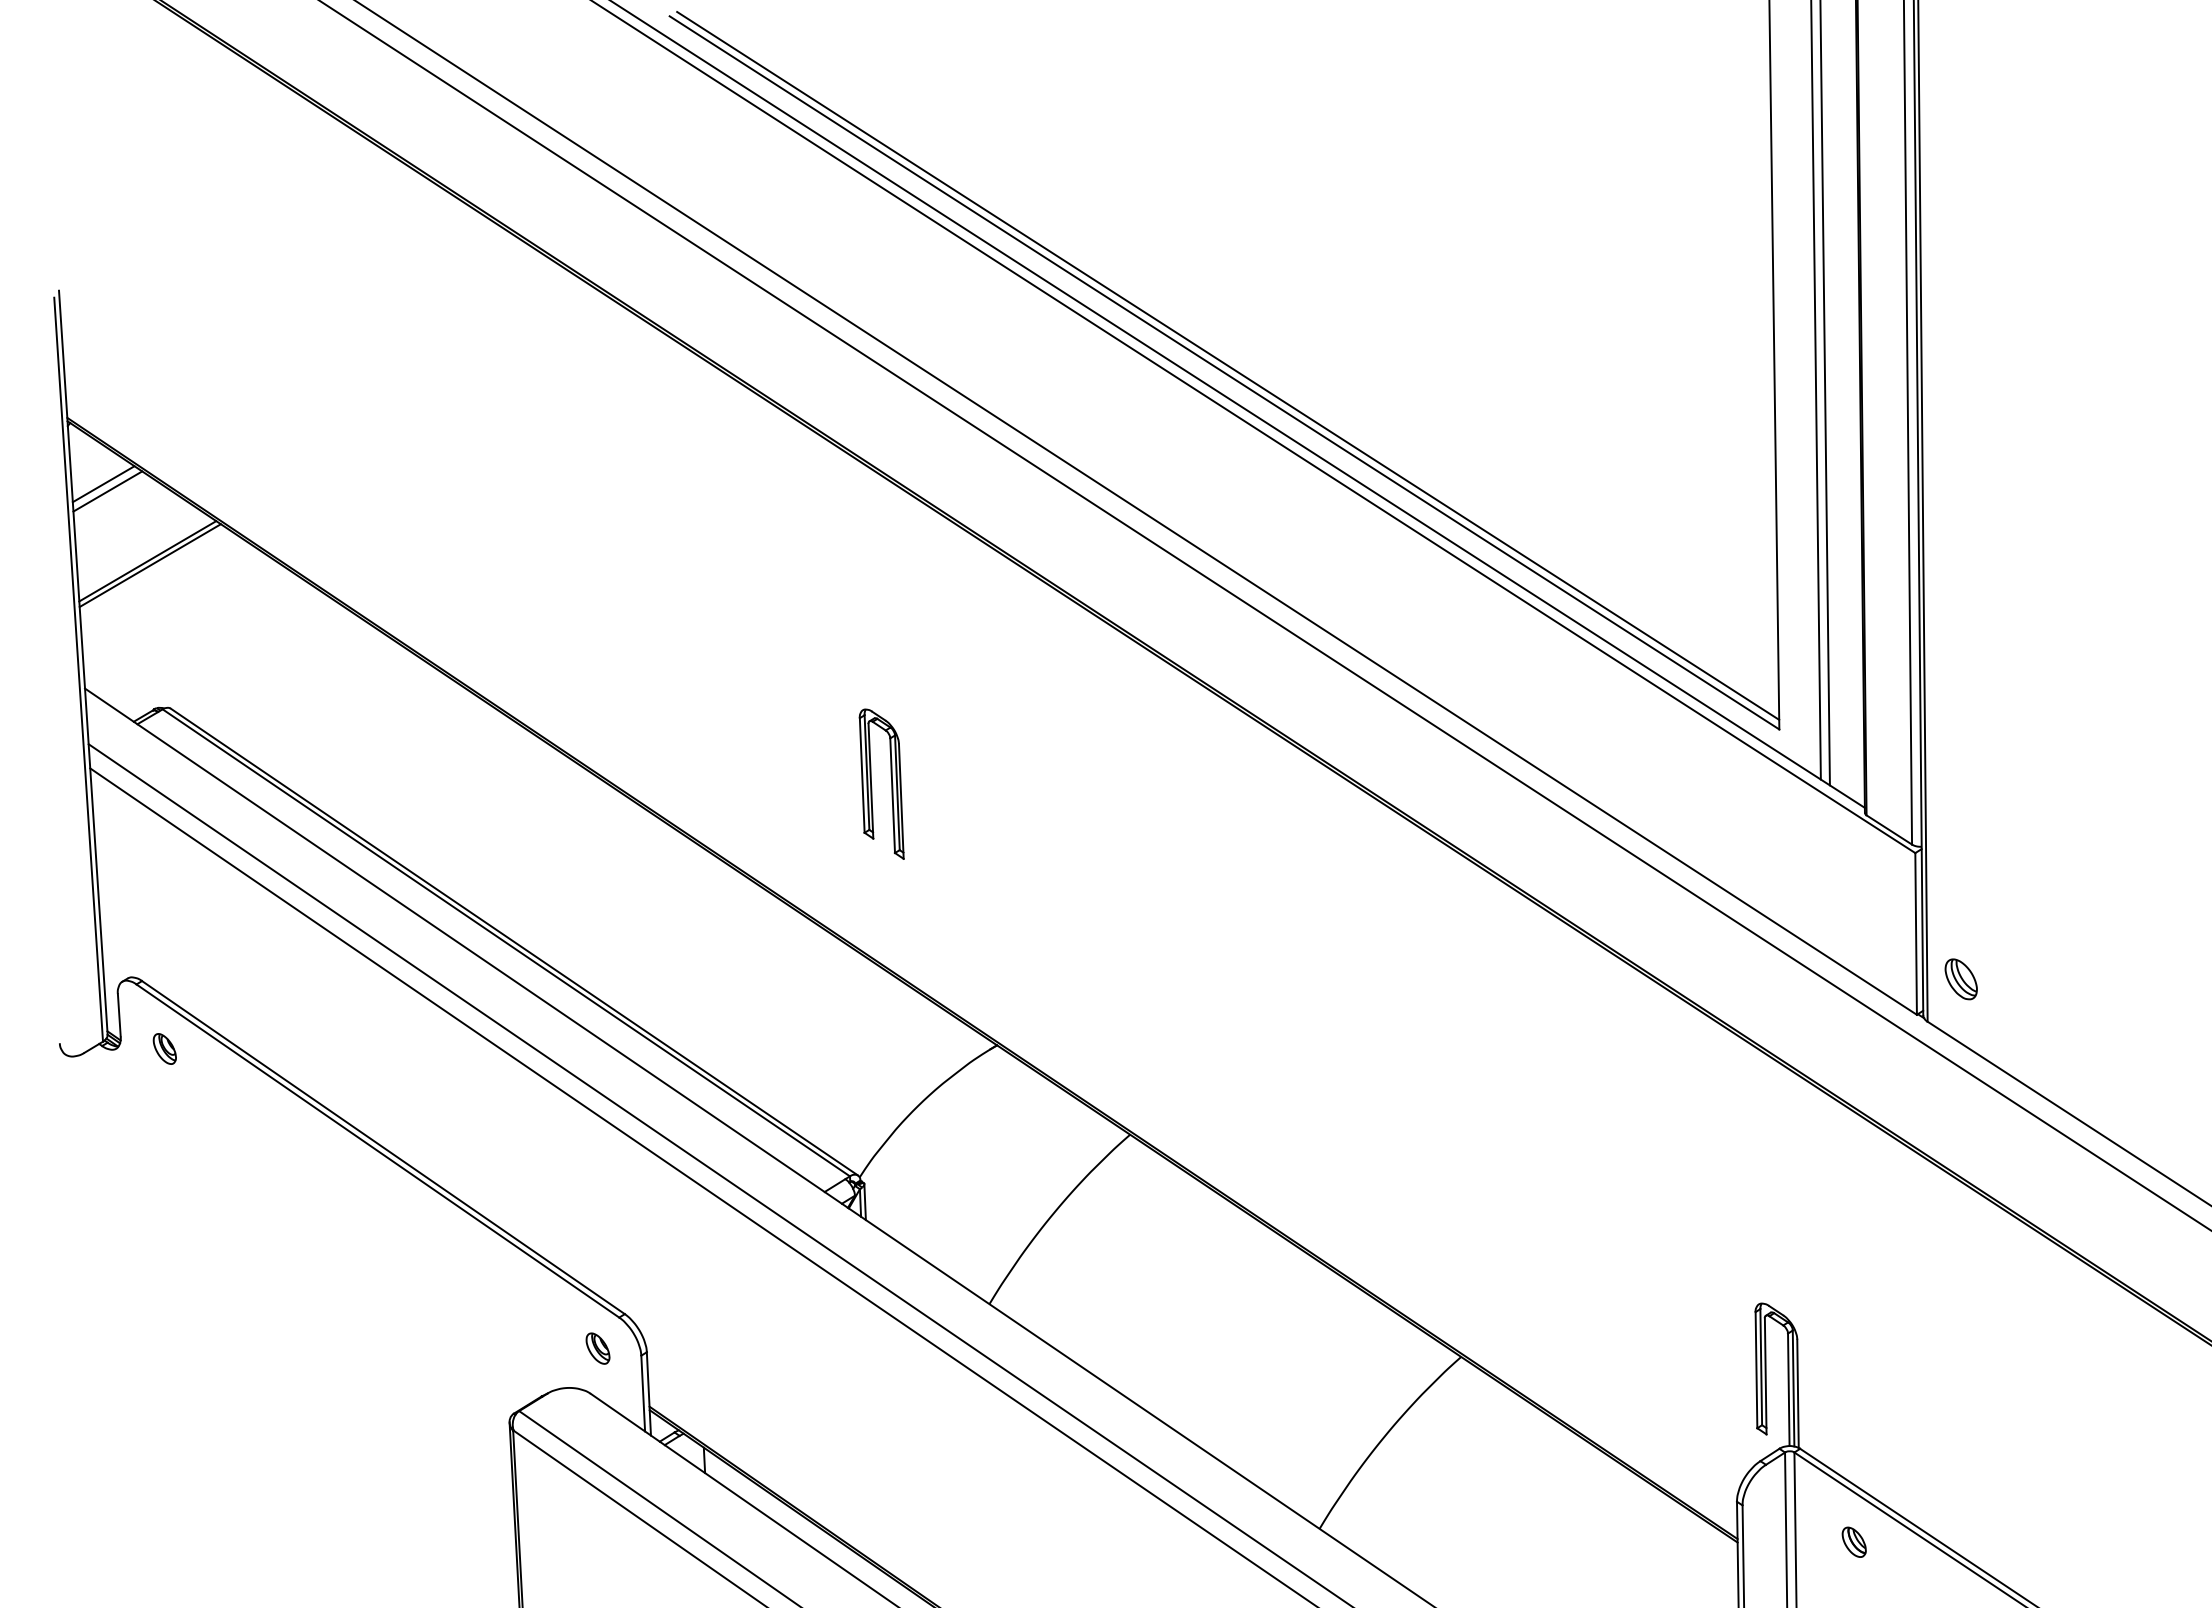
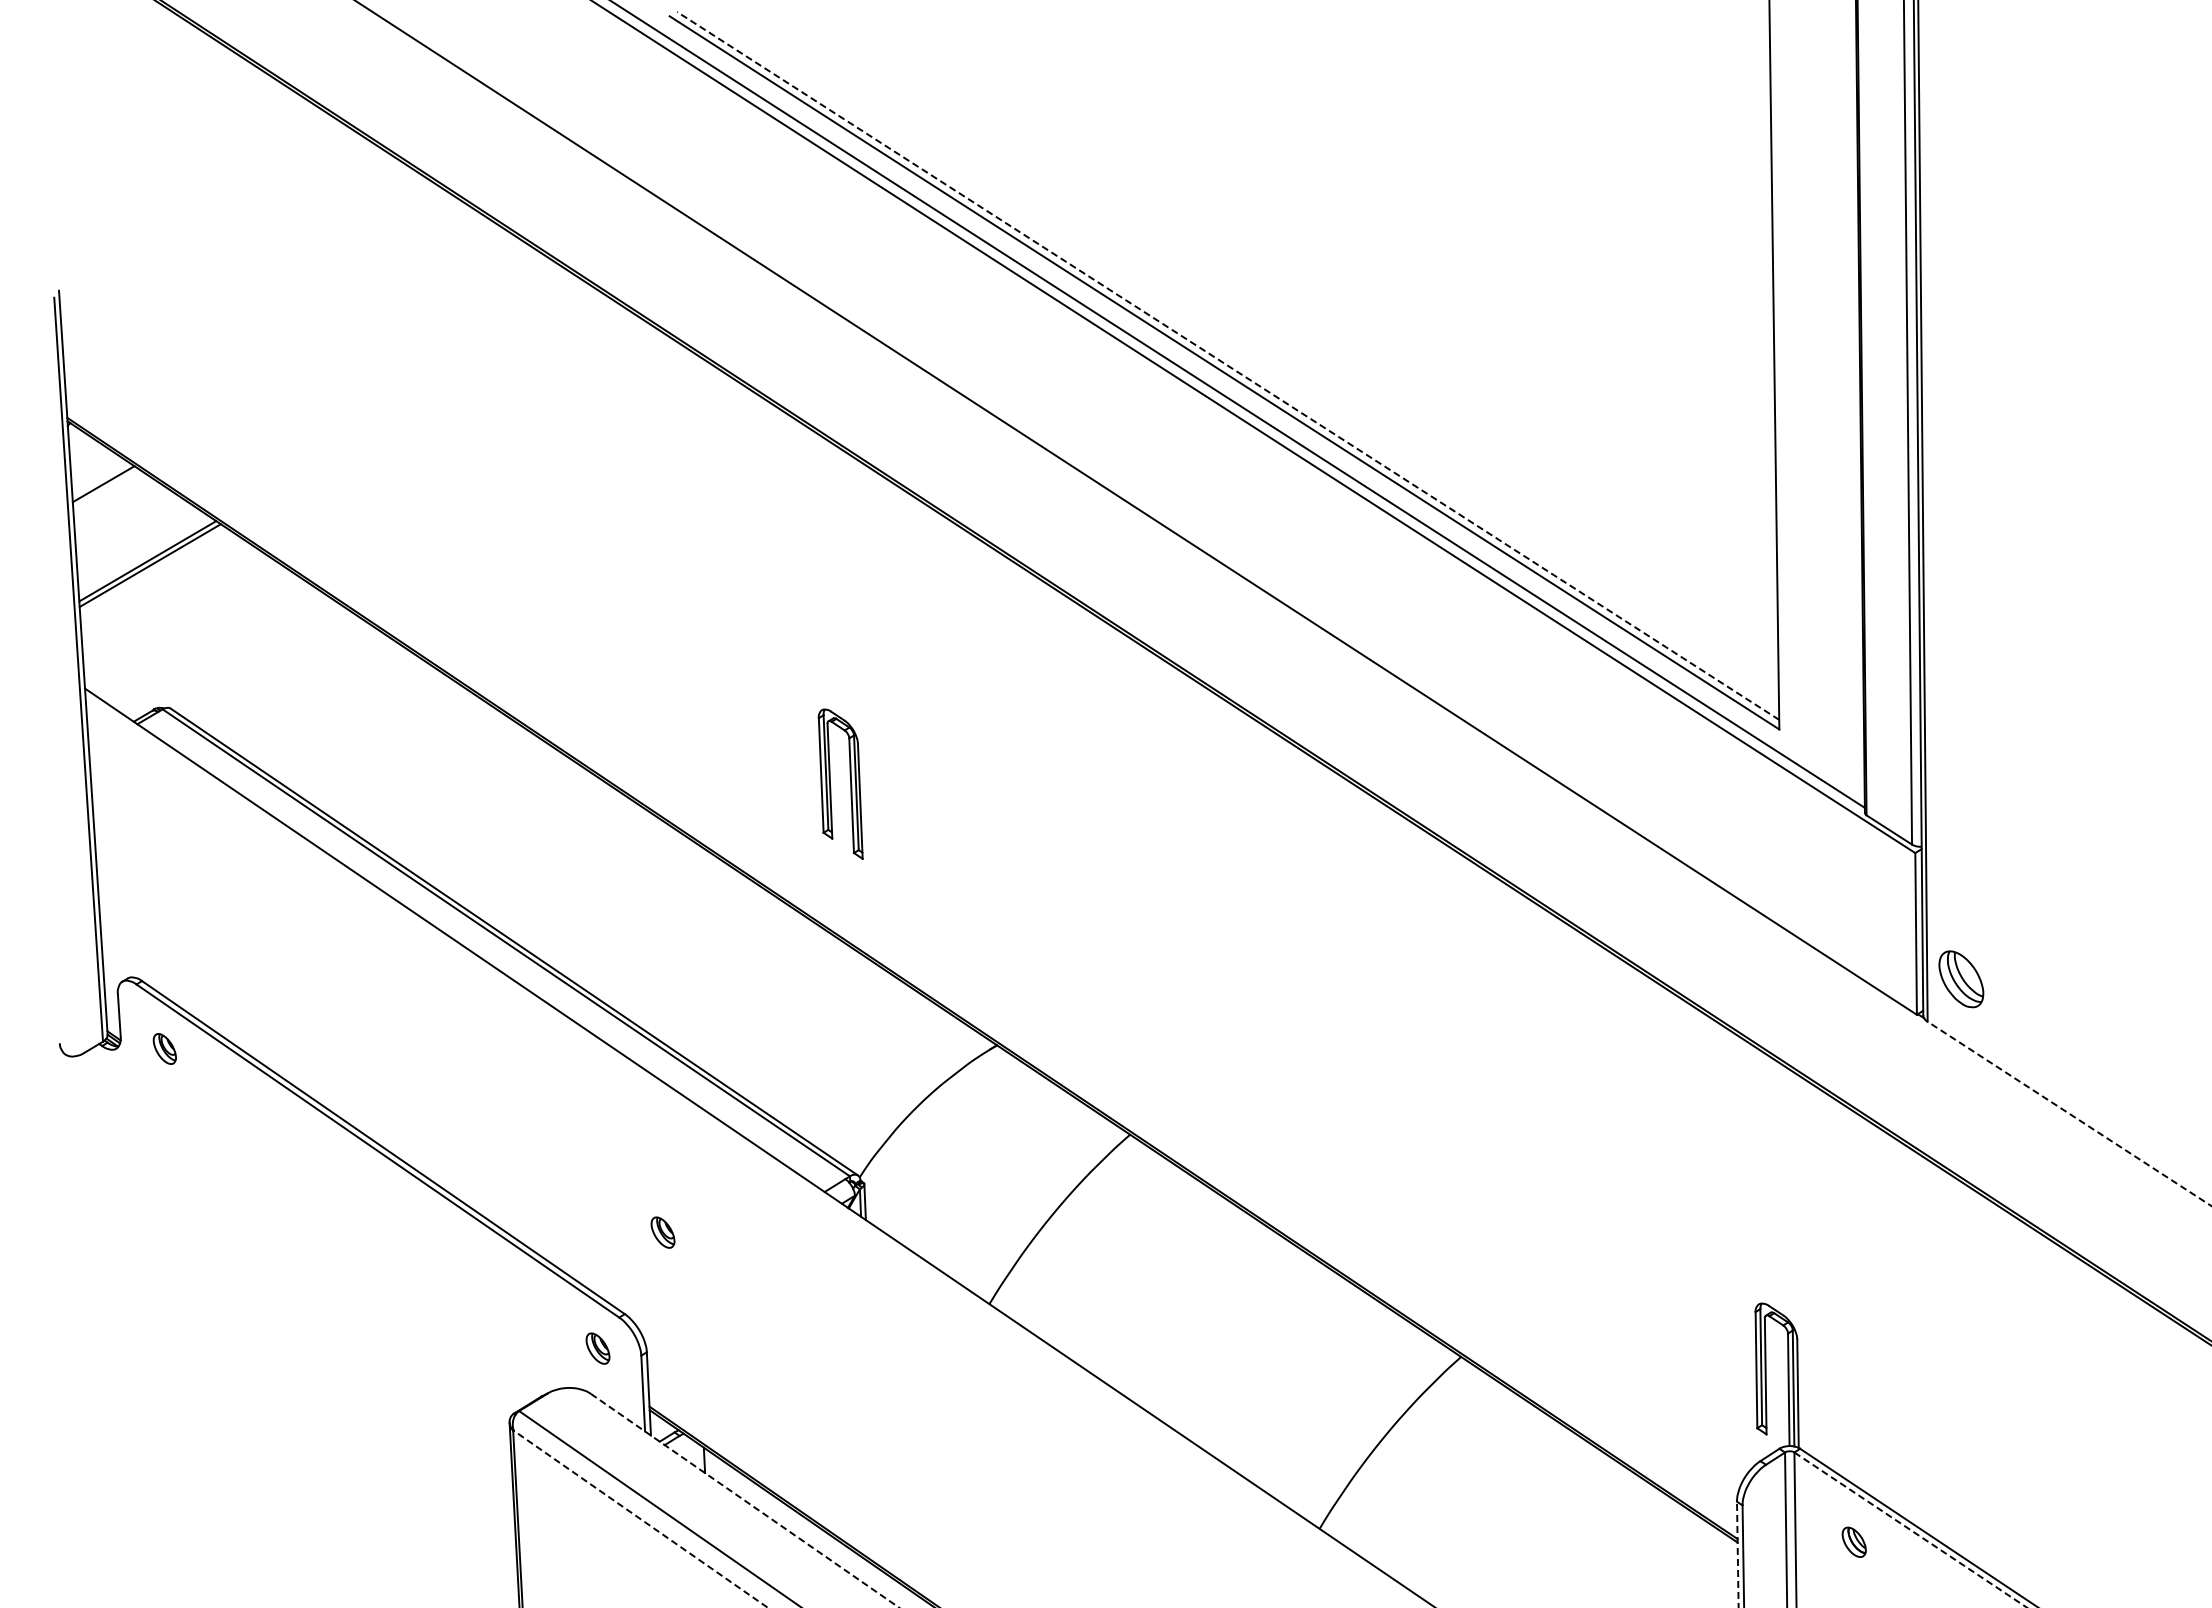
line at (1228, 365): solid -> dashed
line at (1815, 390): present -> none
line at (1824, 393): present -> none
line at (107, 491): present -> none
line at (1265, 615): present -> none
part at (872, 787) position: (872, 787) -> (831, 787)
part at (1960, 979) size: 34x43 px -> 47x59 px
line at (2069, 1113): solid -> dashed
line at (718, 1174): present -> none
line at (702, 1186): present -> none
part at (662, 1232): none -> present
line at (745, 1500): solid -> dashed
line at (640, 1519): solid -> dashed
line at (1910, 1530): solid -> dashed
line at (1737, 1554): solid -> dashed
